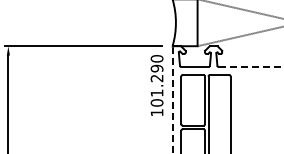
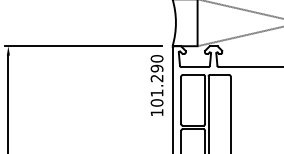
line at (251, 67): dashed -> solid
line at (172, 100): dashed -> solid
